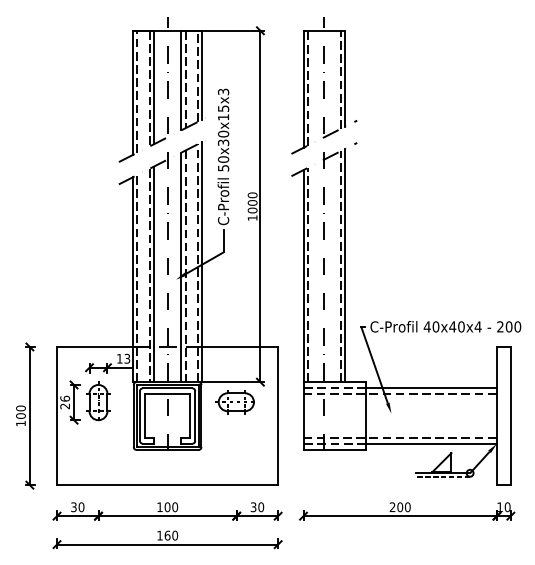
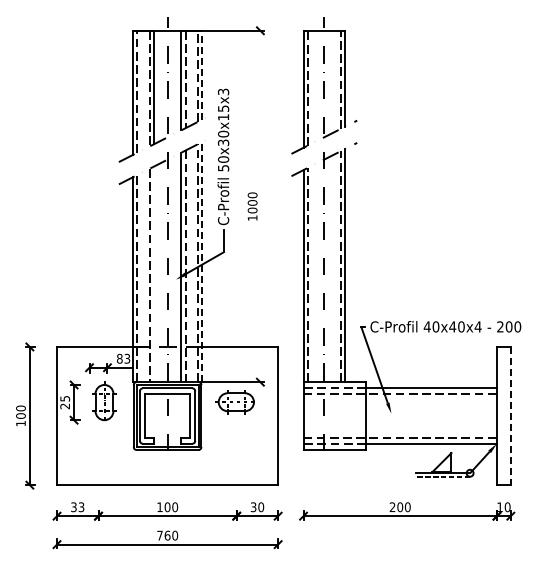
line at (202, 75): solid -> dashed
line at (260, 206): present -> none
line at (202, 261): solid -> dashed
line at (153, 274): present -> none
text at (119, 358): 13 -> 83
text at (65, 398): 26 -> 25
part at (98, 401) position: (98, 401) -> (104, 401)
line at (510, 416): solid -> dashed
text at (81, 507): 30 -> 33
text at (159, 535): 160 -> 760
